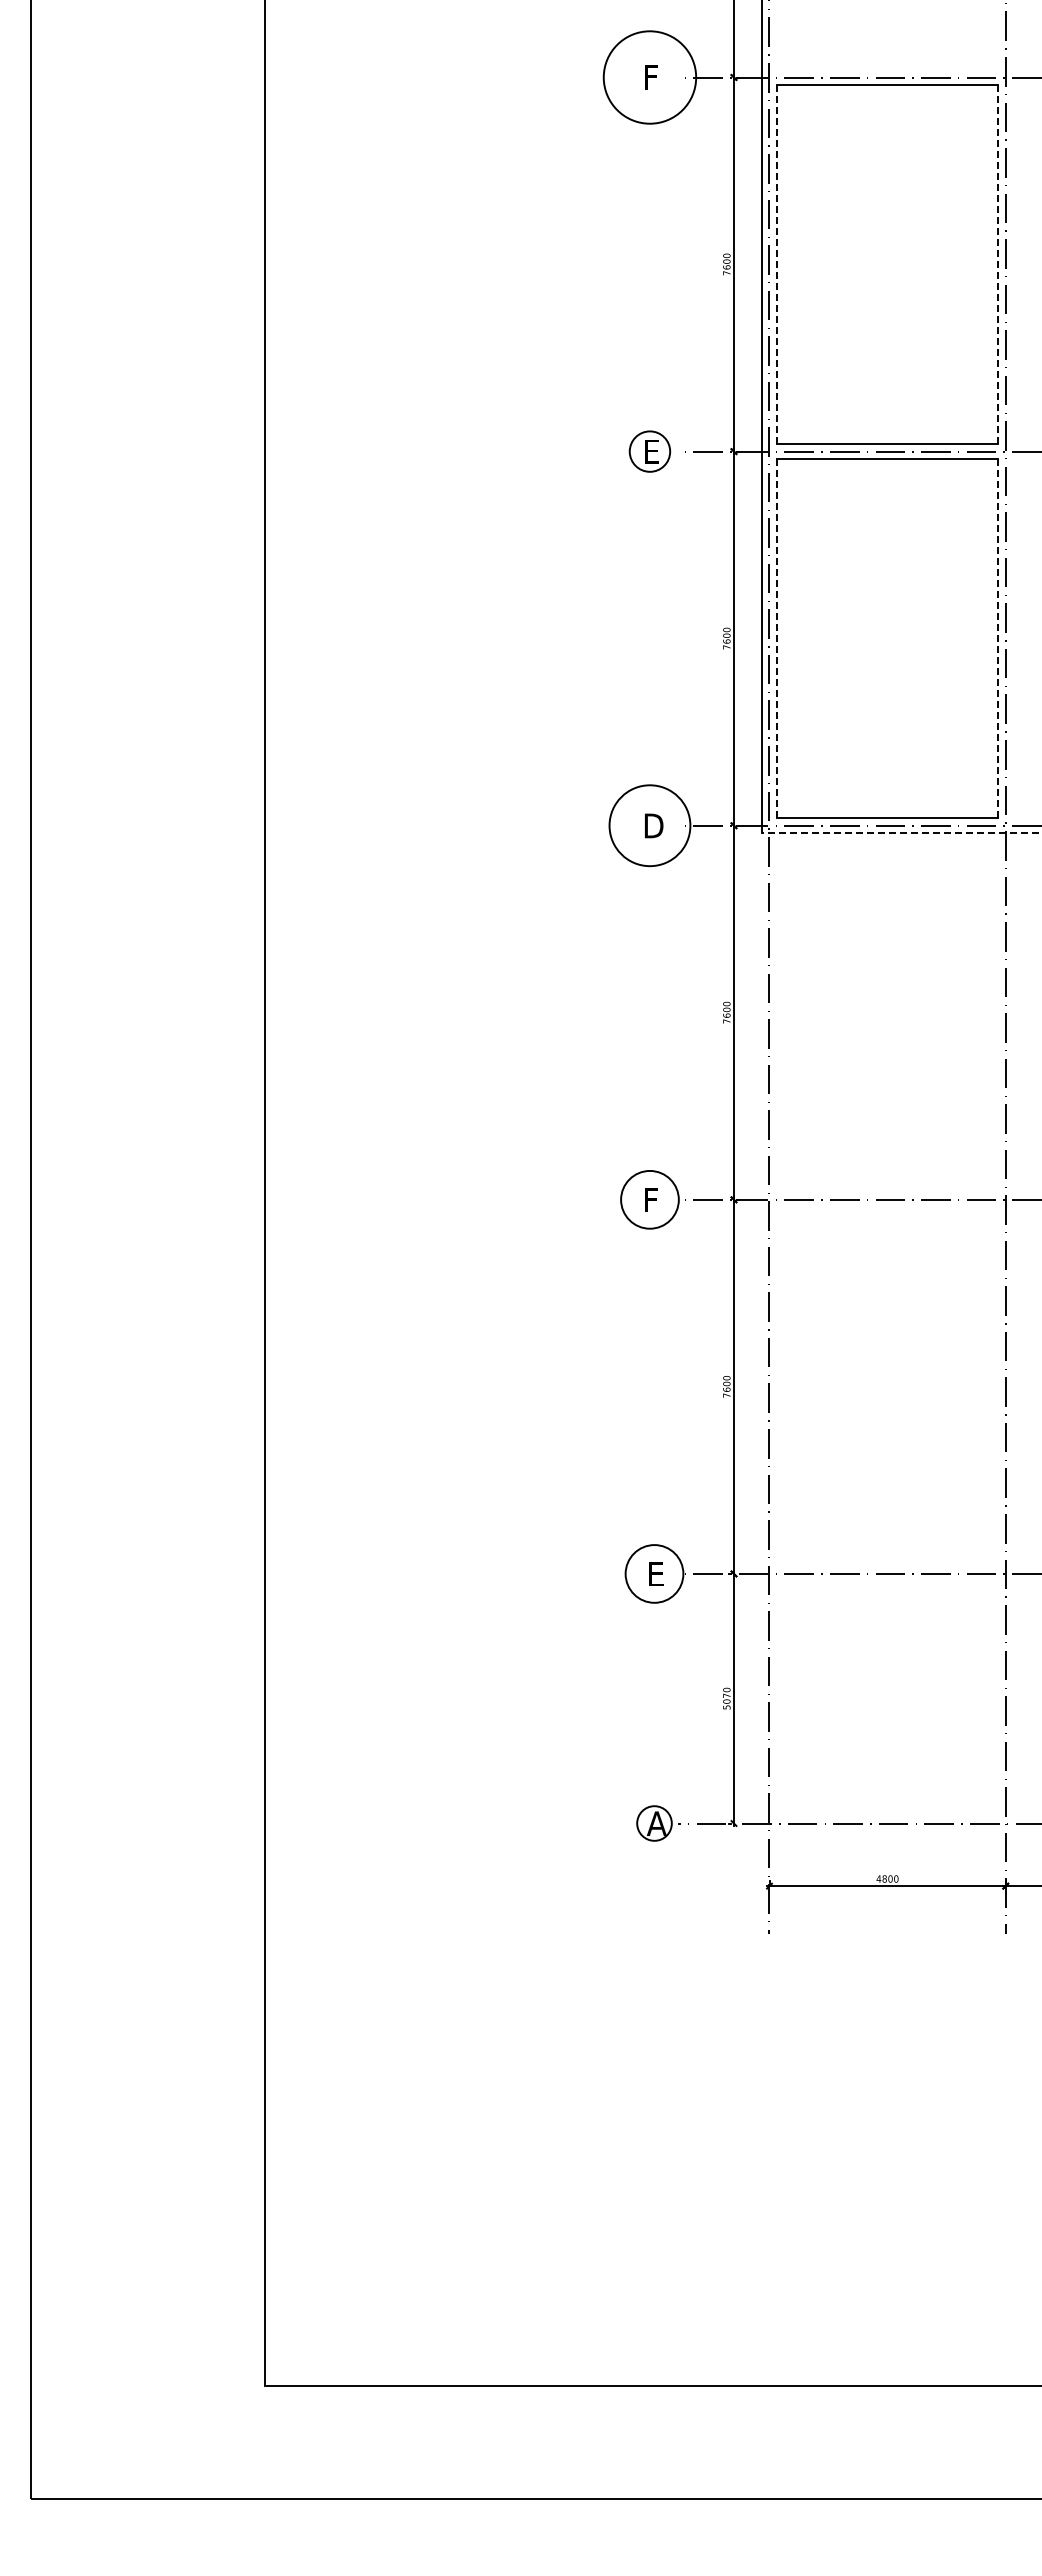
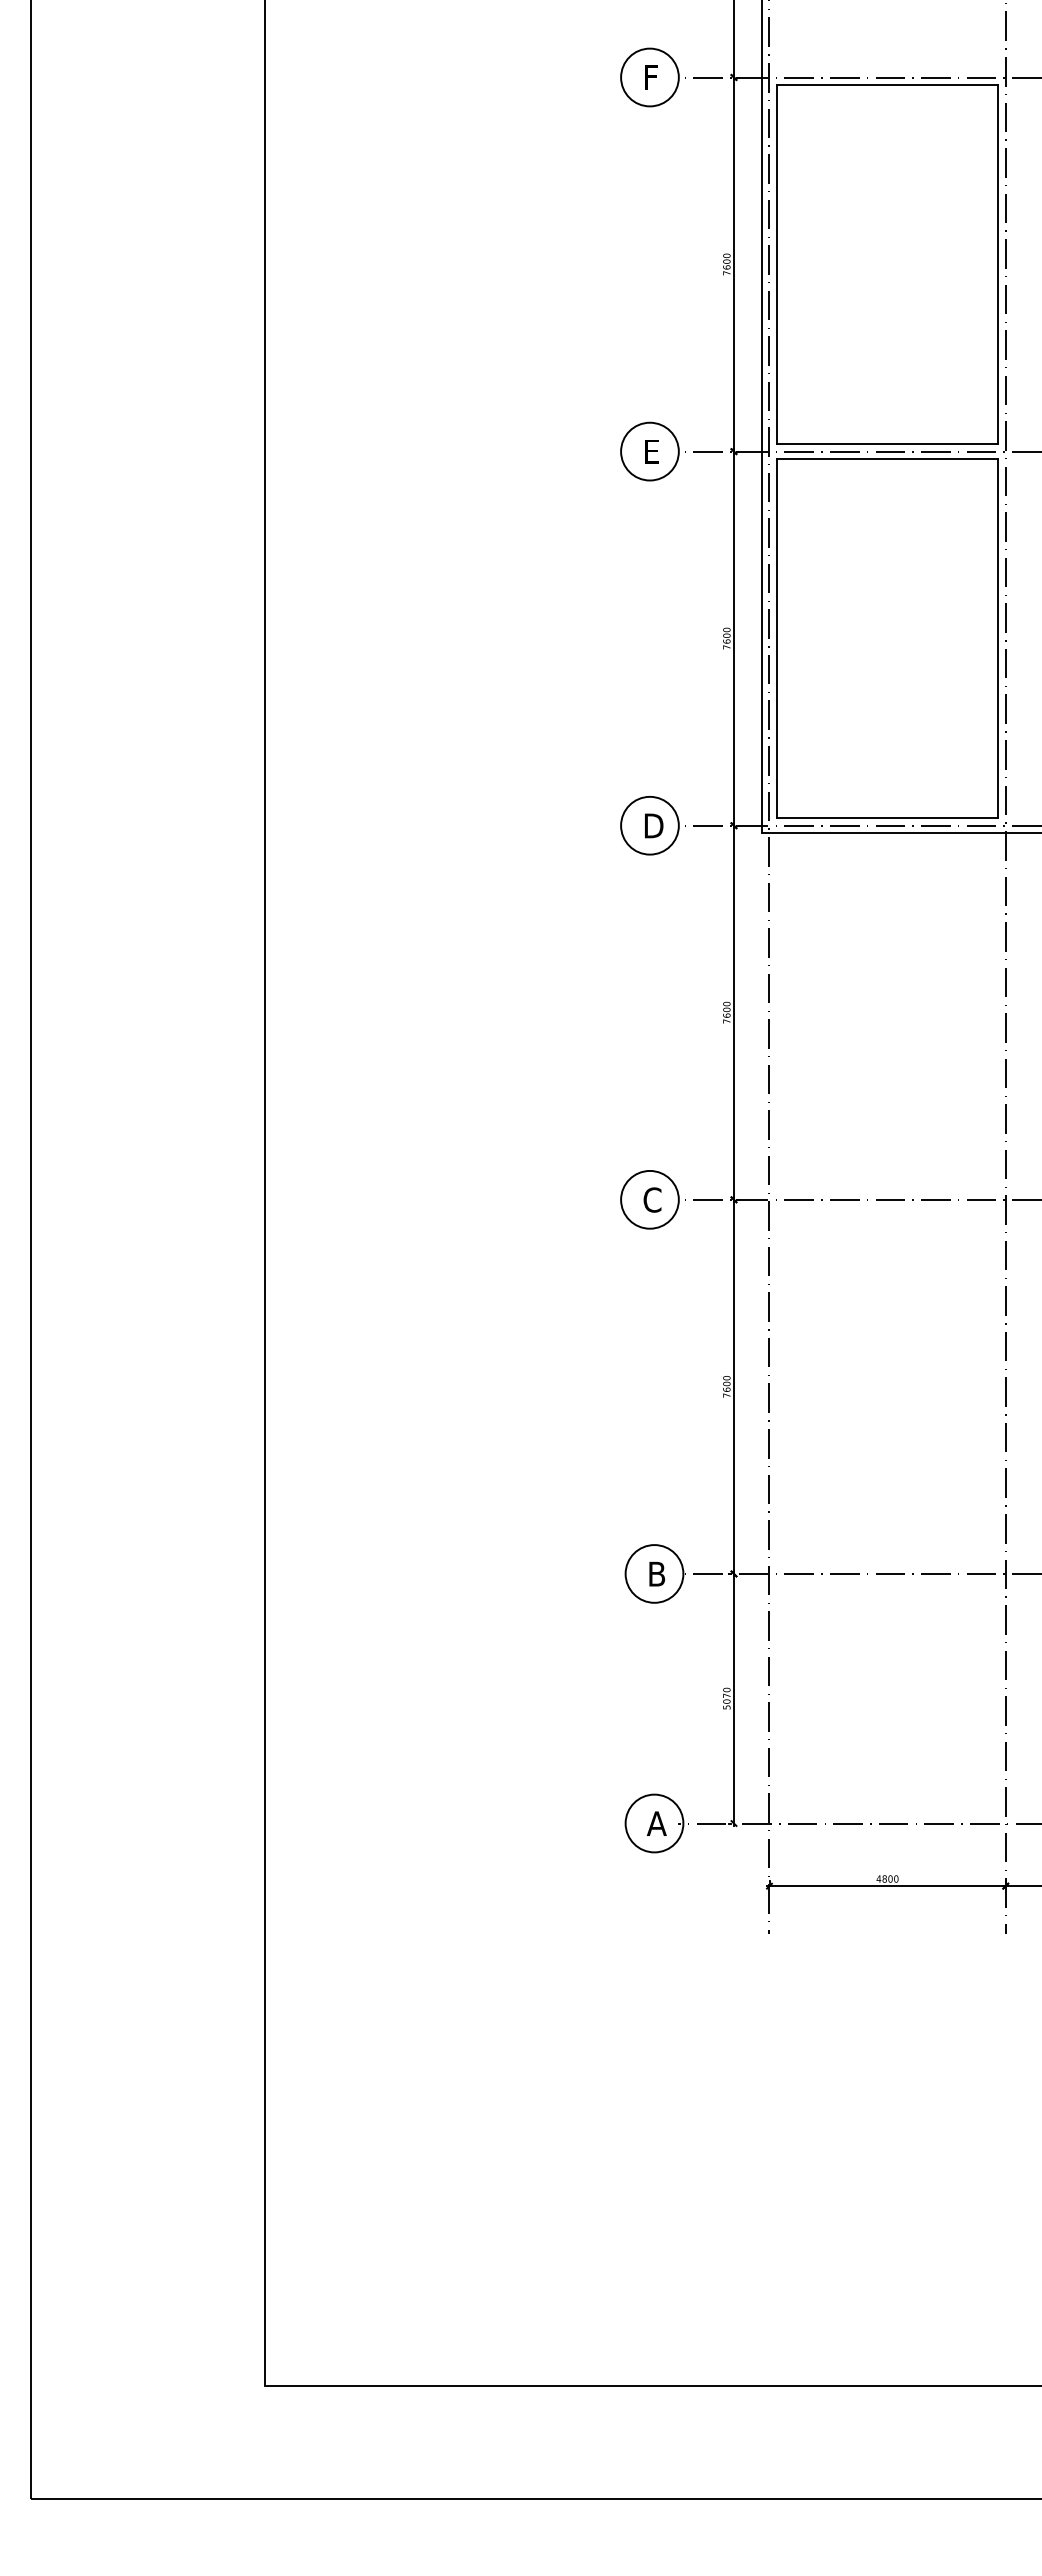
circle at (649, 77) diameter: 92 px -> 58 px
line at (776, 264): dashed -> solid
line at (998, 264): dashed -> solid
circle at (649, 451) diameter: 40 px -> 58 px
line at (776, 638): dashed -> solid
line at (998, 638): dashed -> solid
circle at (649, 825) diameter: 81 px -> 58 px
line at (901, 833): dashed -> solid
text at (652, 1199): F -> C
text at (657, 1573): E -> B
circle at (654, 1823) diameter: 35 px -> 58 px
